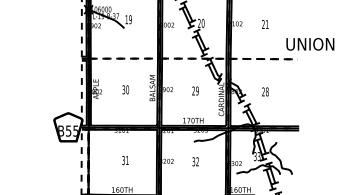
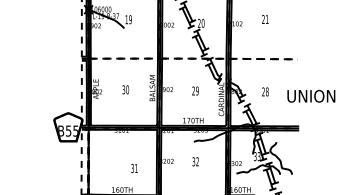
text at (265, 24) position: (265, 24) -> (265, 19)
text at (310, 44) position: (310, 44) -> (311, 96)
text at (125, 160) position: (125, 160) -> (134, 168)
